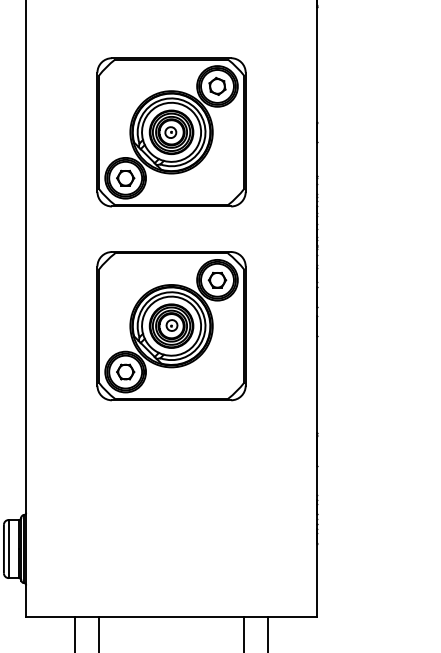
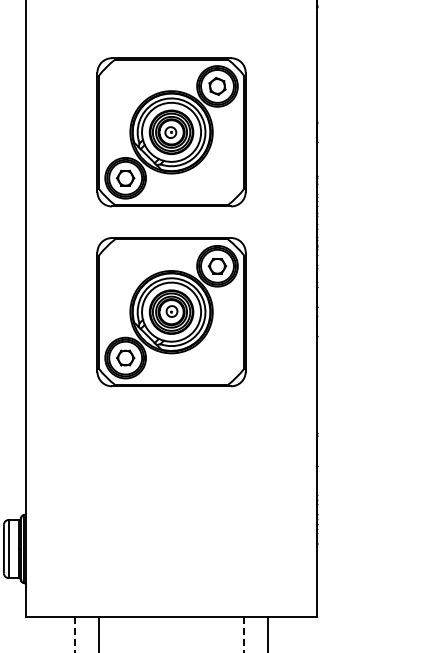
part at (171, 326) position: (171, 326) -> (171, 312)
line at (74, 634): solid -> dashed
line at (244, 634): solid -> dashed
